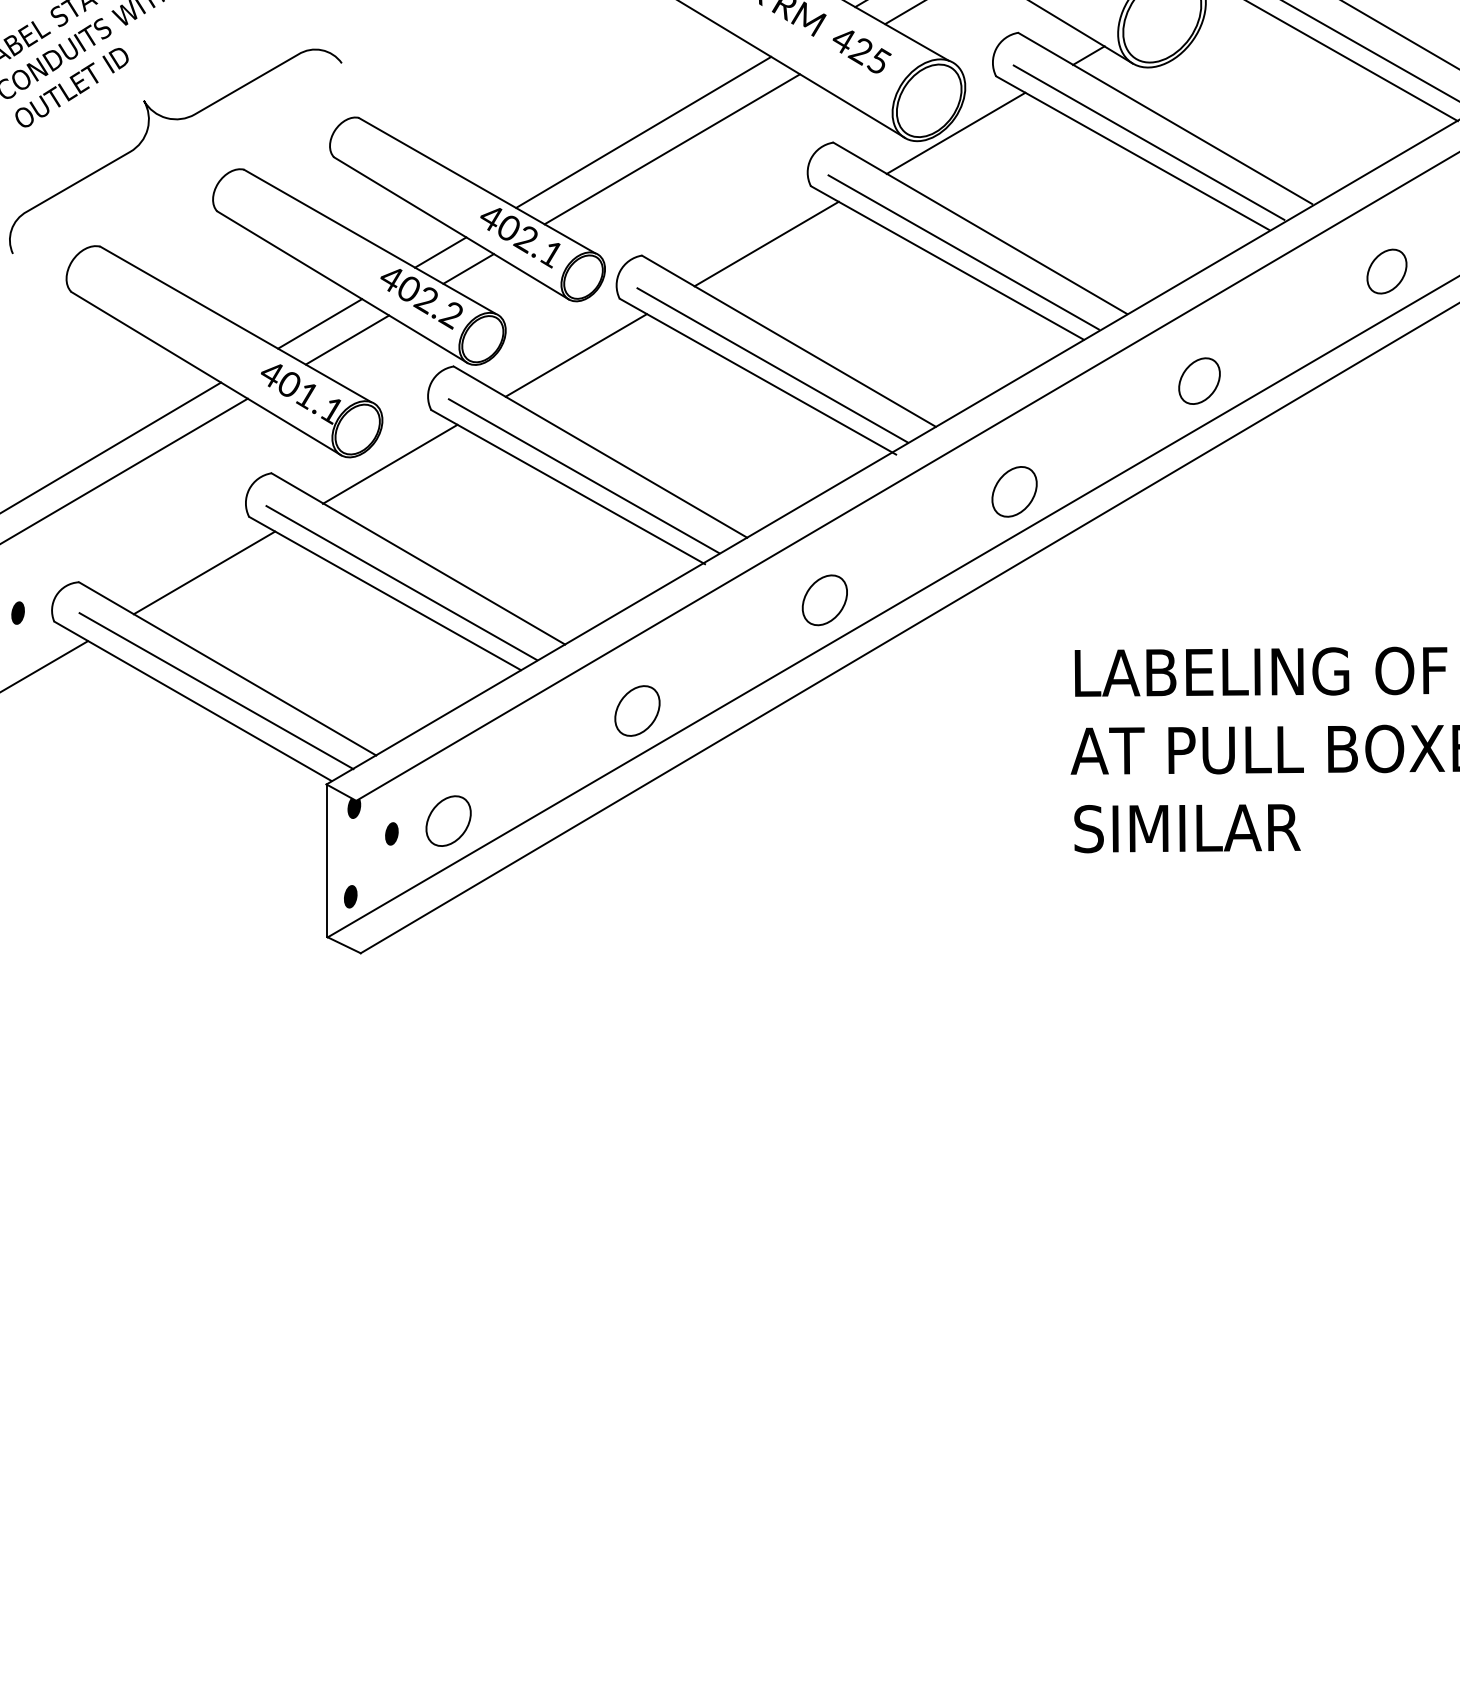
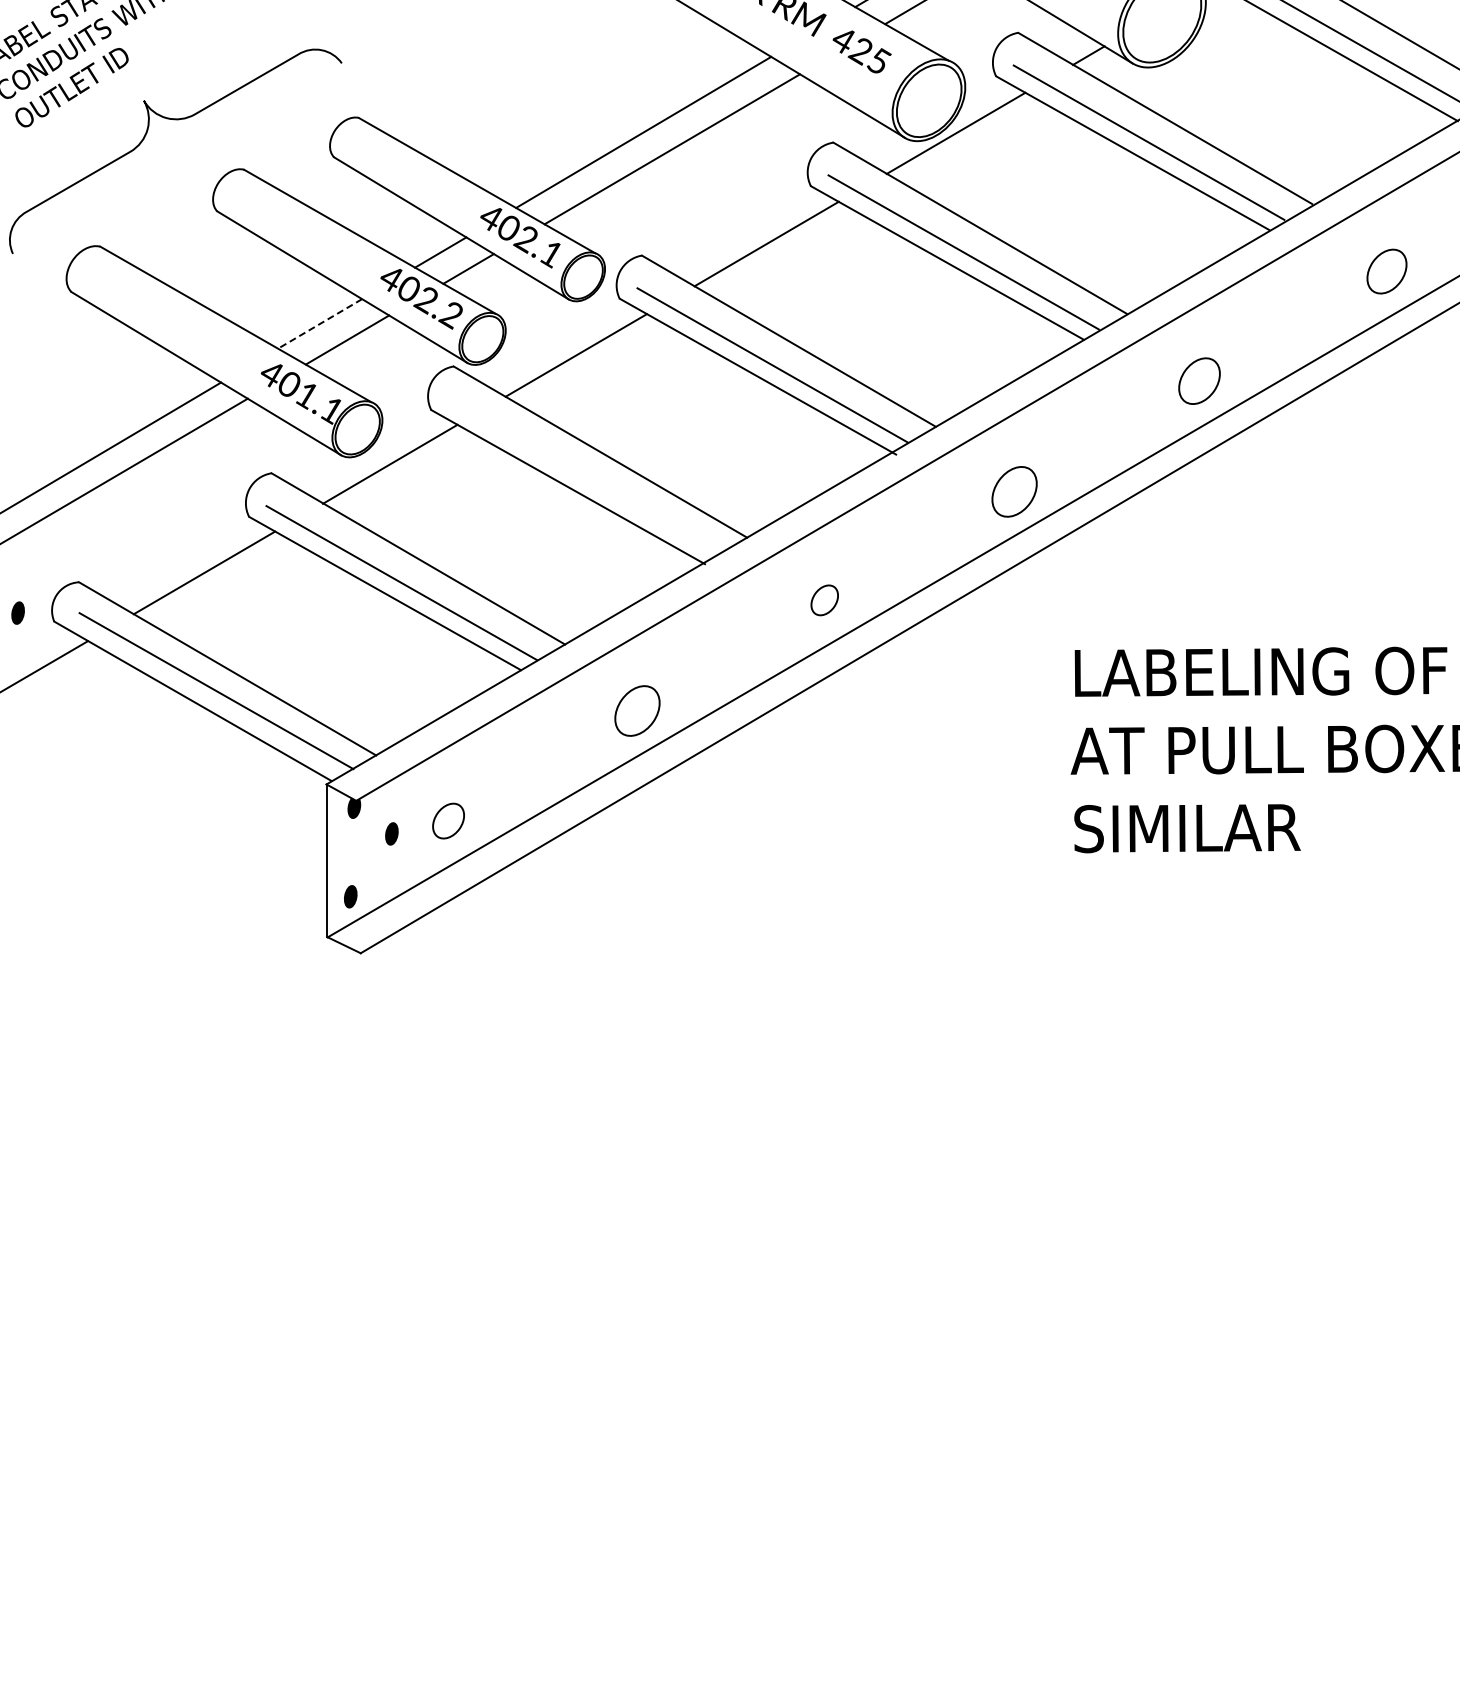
line at (320, 323): solid -> dashed
line at (583, 476): present -> none
part at (824, 600) size: 47x53 px -> 29x33 px
part at (448, 820) size: 47x52 px -> 33x38 px
